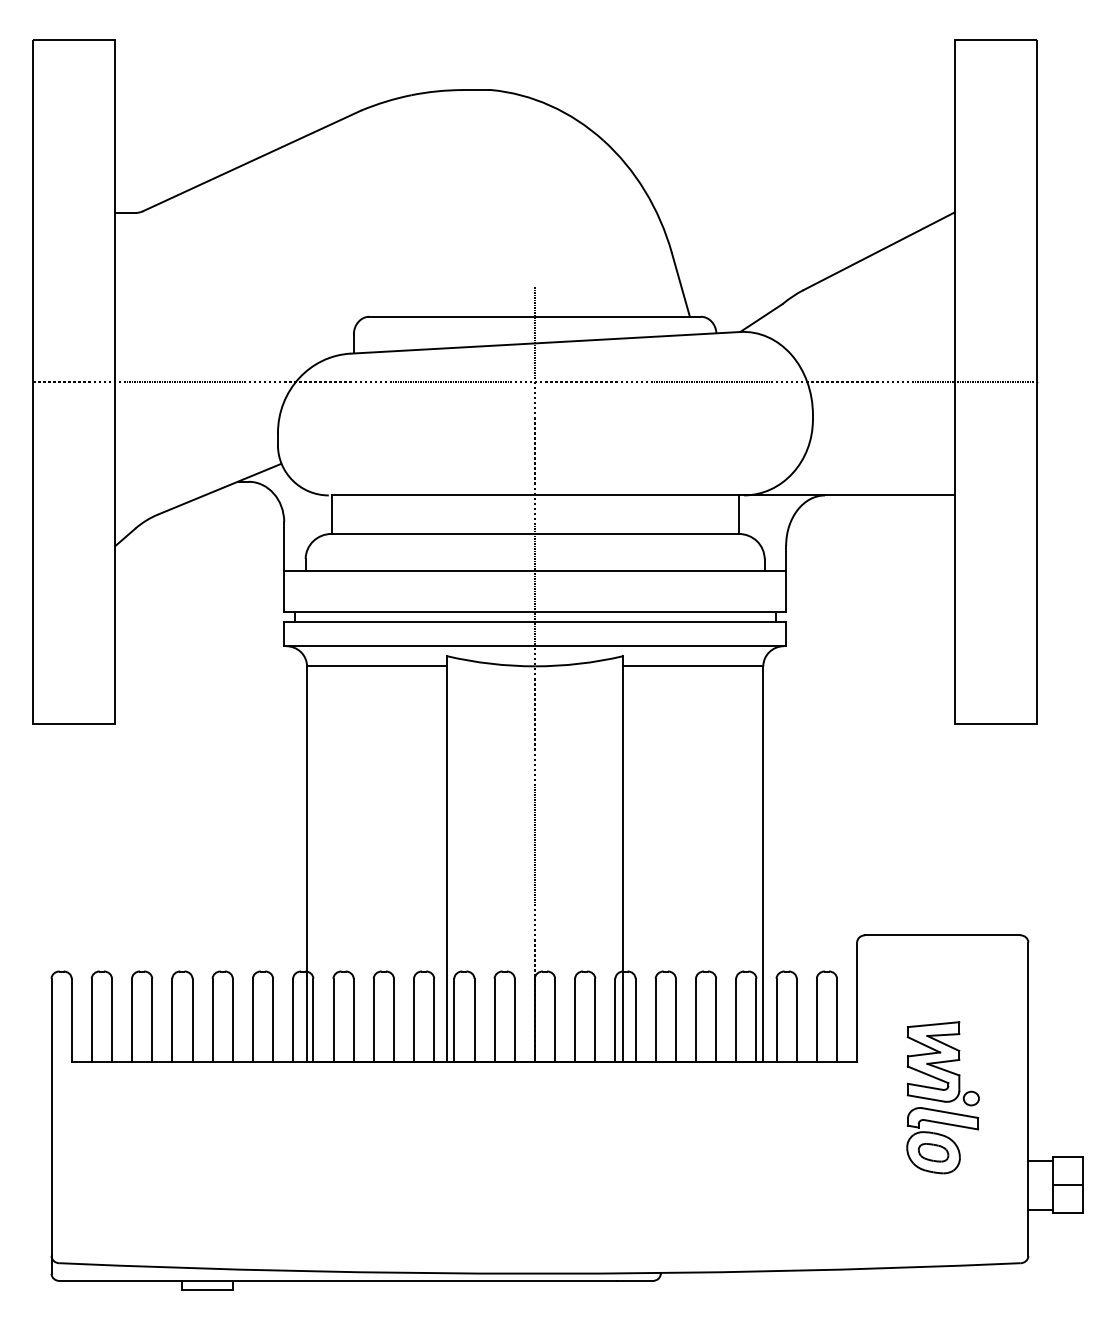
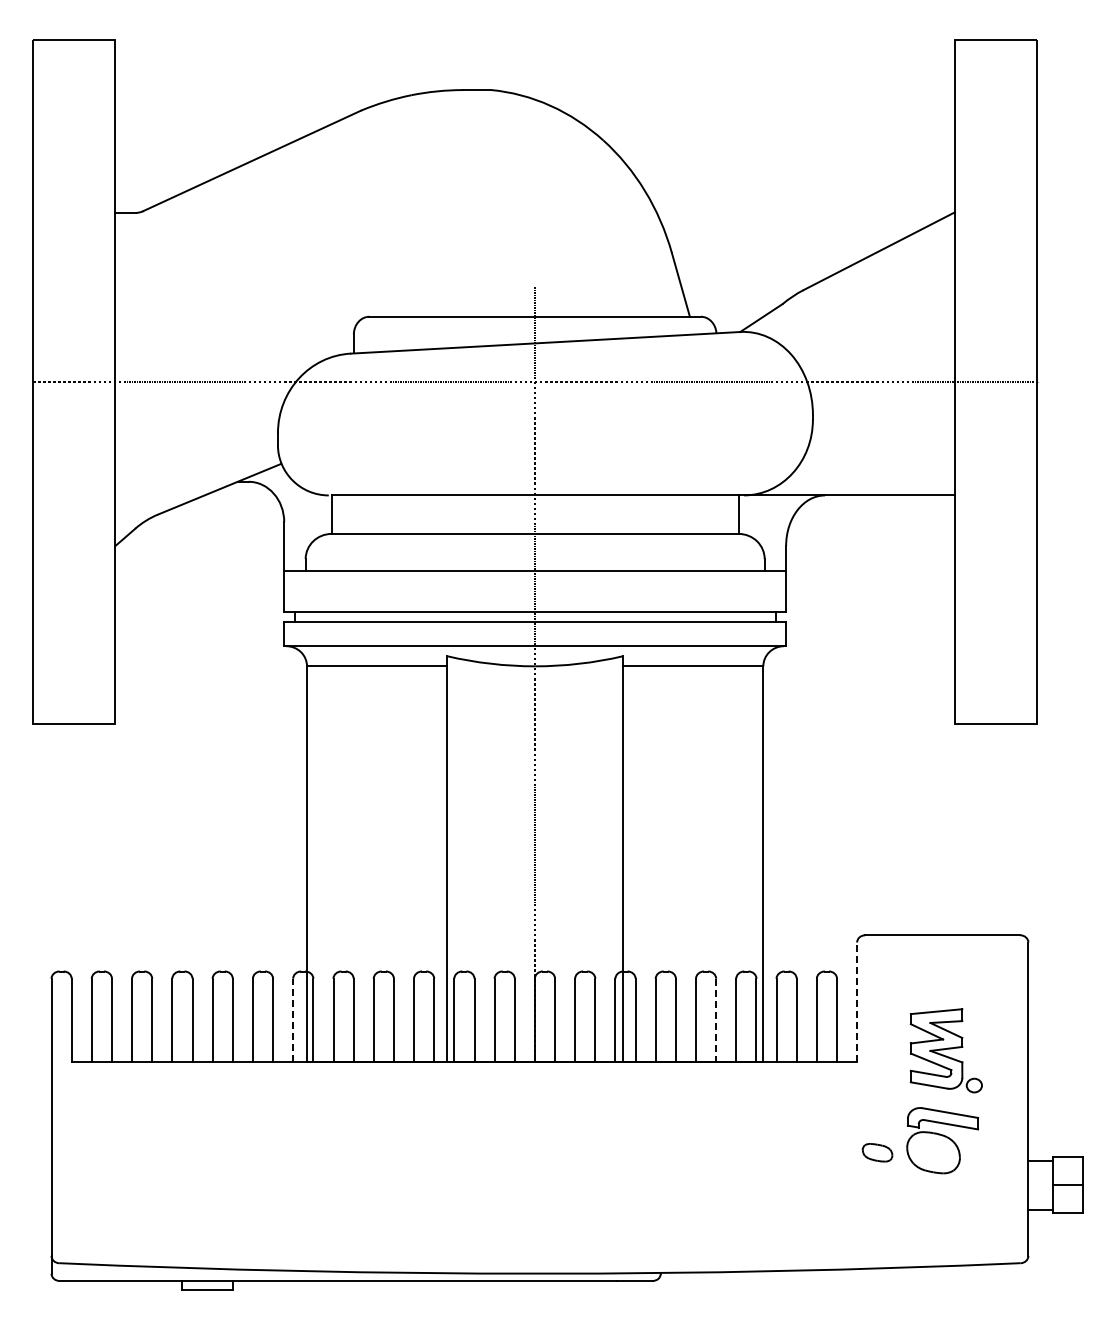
line at (857, 1002): solid -> dashed
line at (293, 1020): solid -> dashed
line at (716, 1020): solid -> dashed
part at (942, 1063) position: (942, 1063) -> (945, 1050)
part at (933, 1152) position: (933, 1152) -> (877, 1152)
